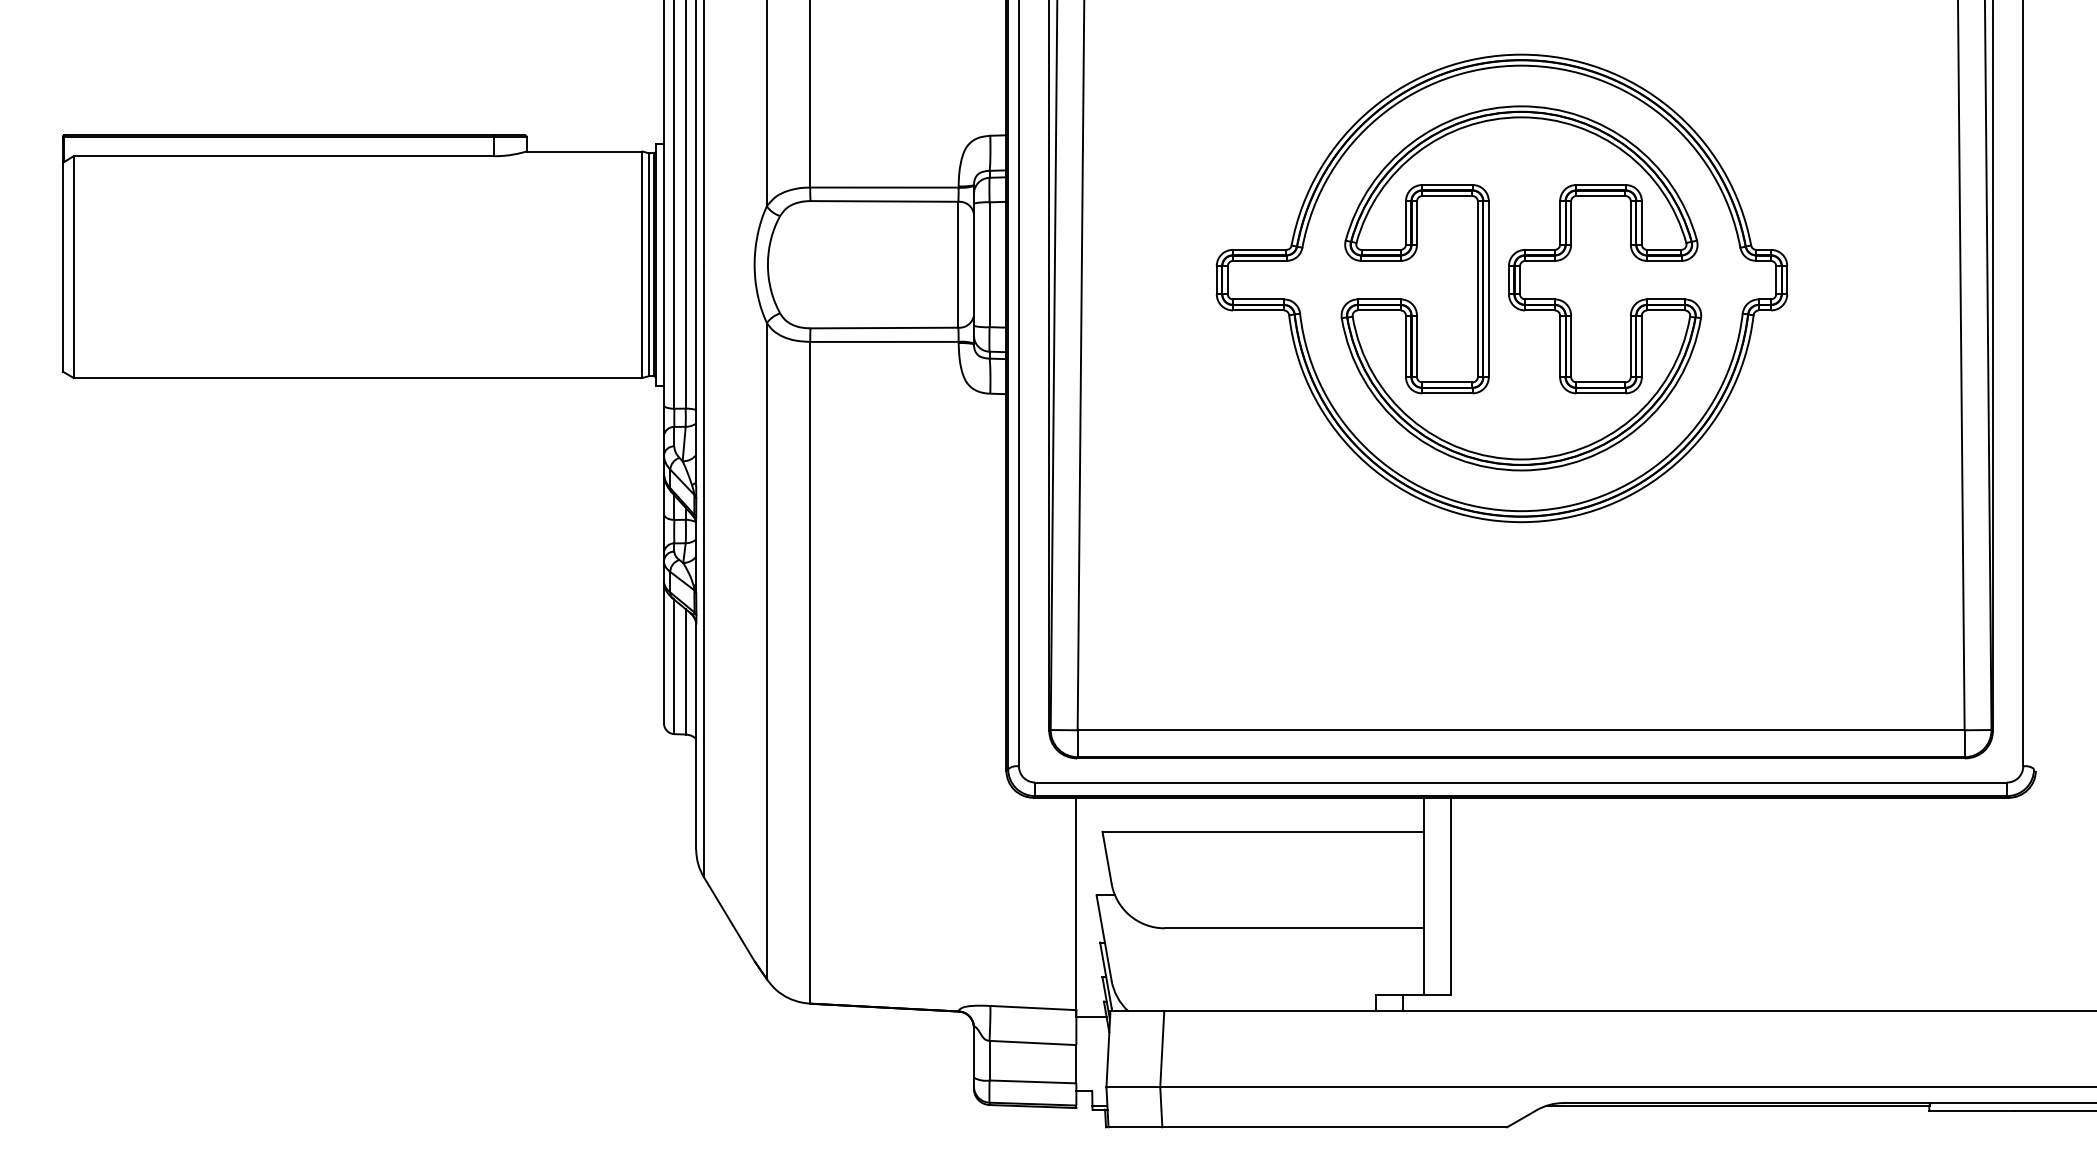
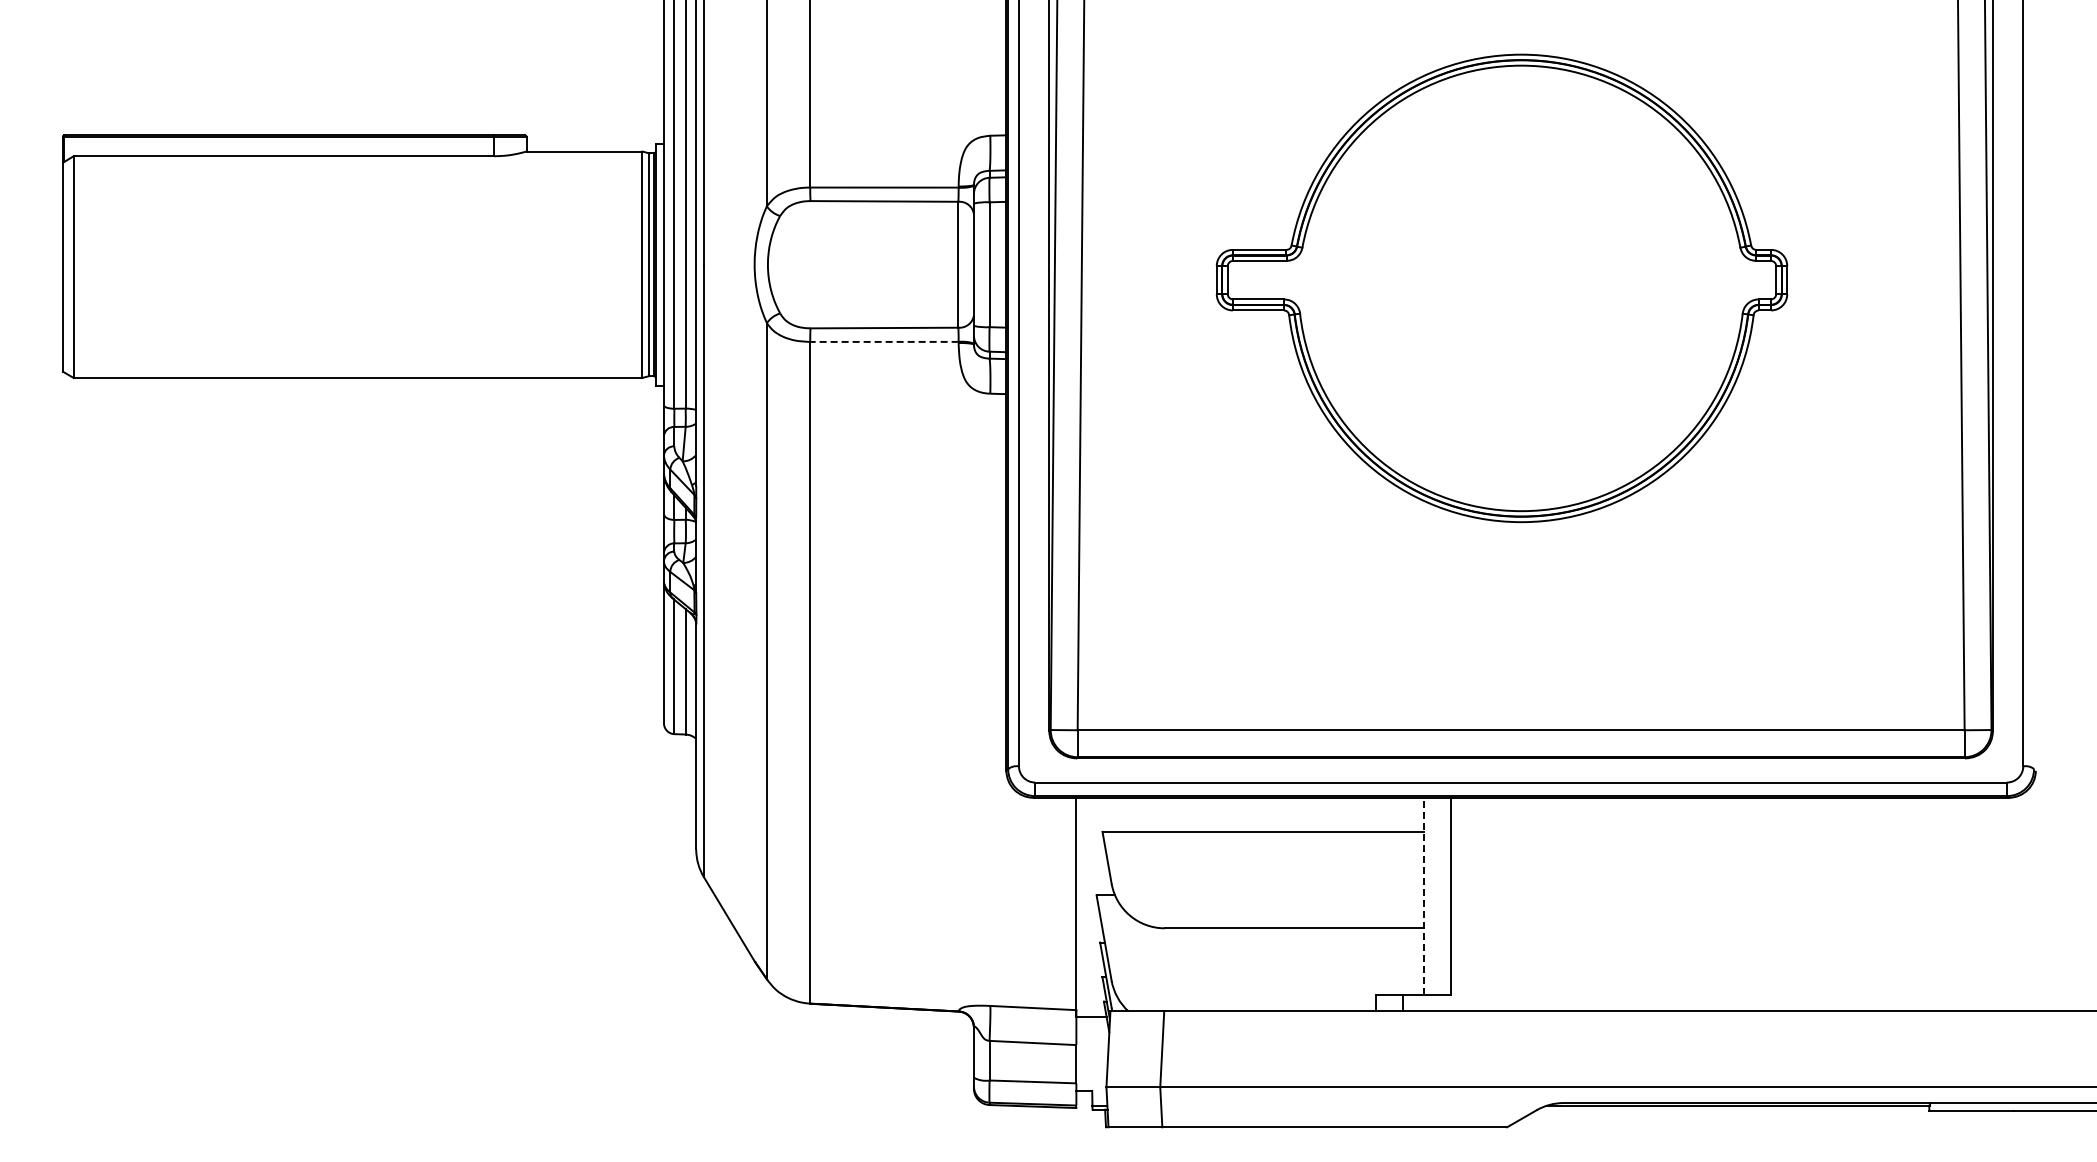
part at (1521, 288): present -> none
line at (883, 341): solid -> dashed
line at (1424, 896): solid -> dashed
